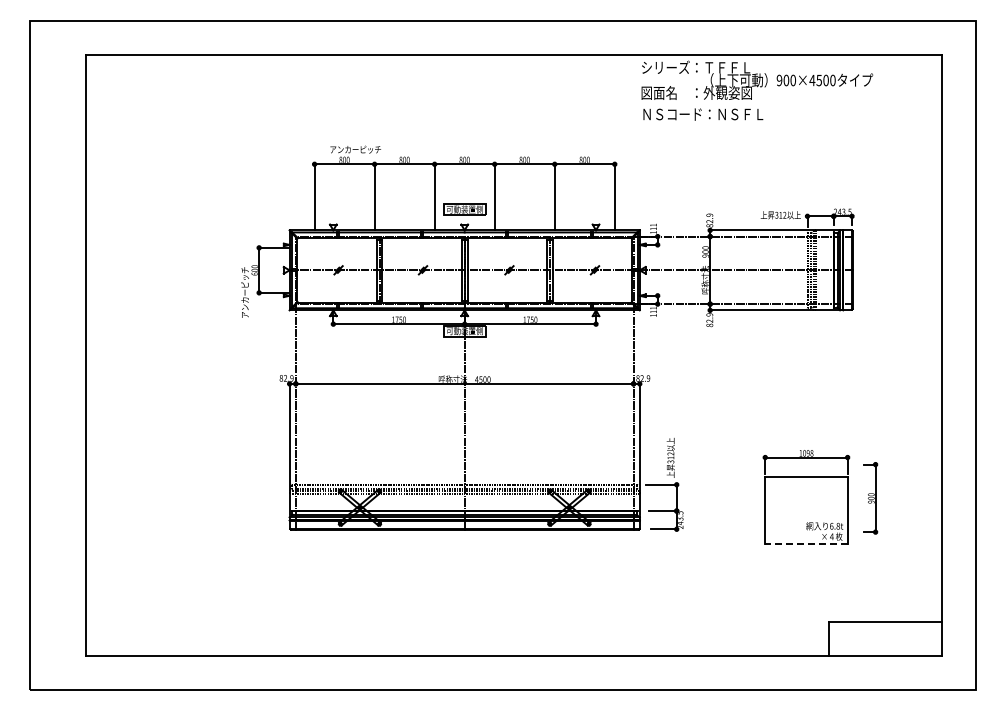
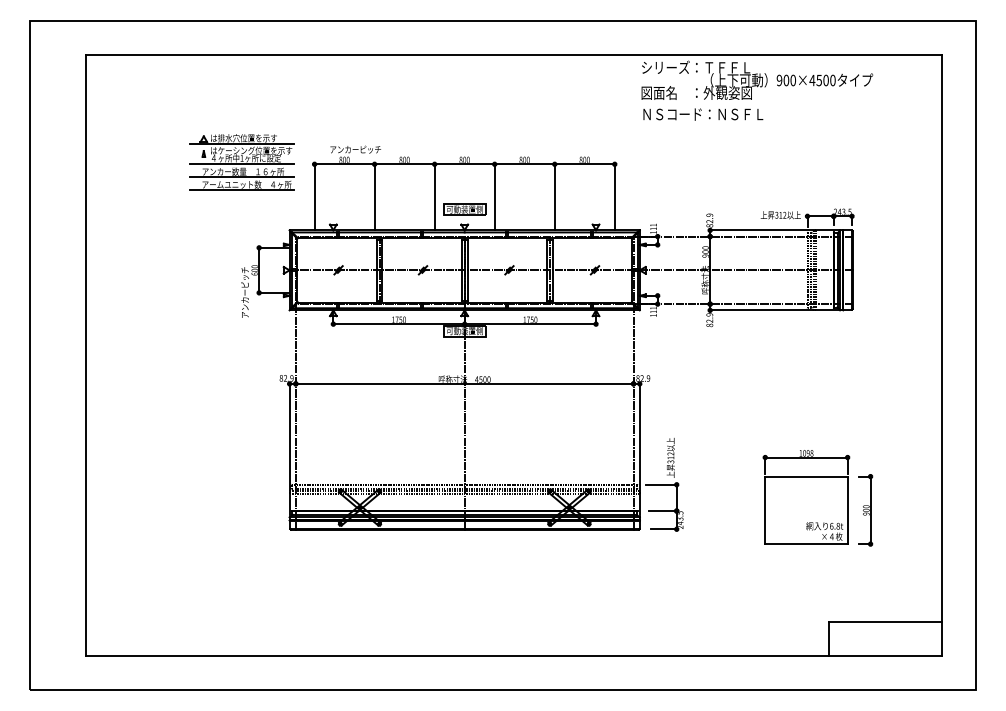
part at (241, 162): none -> present
part at (870, 498) position: (870, 498) -> (865, 510)
line at (805, 544): dashed -> solid
